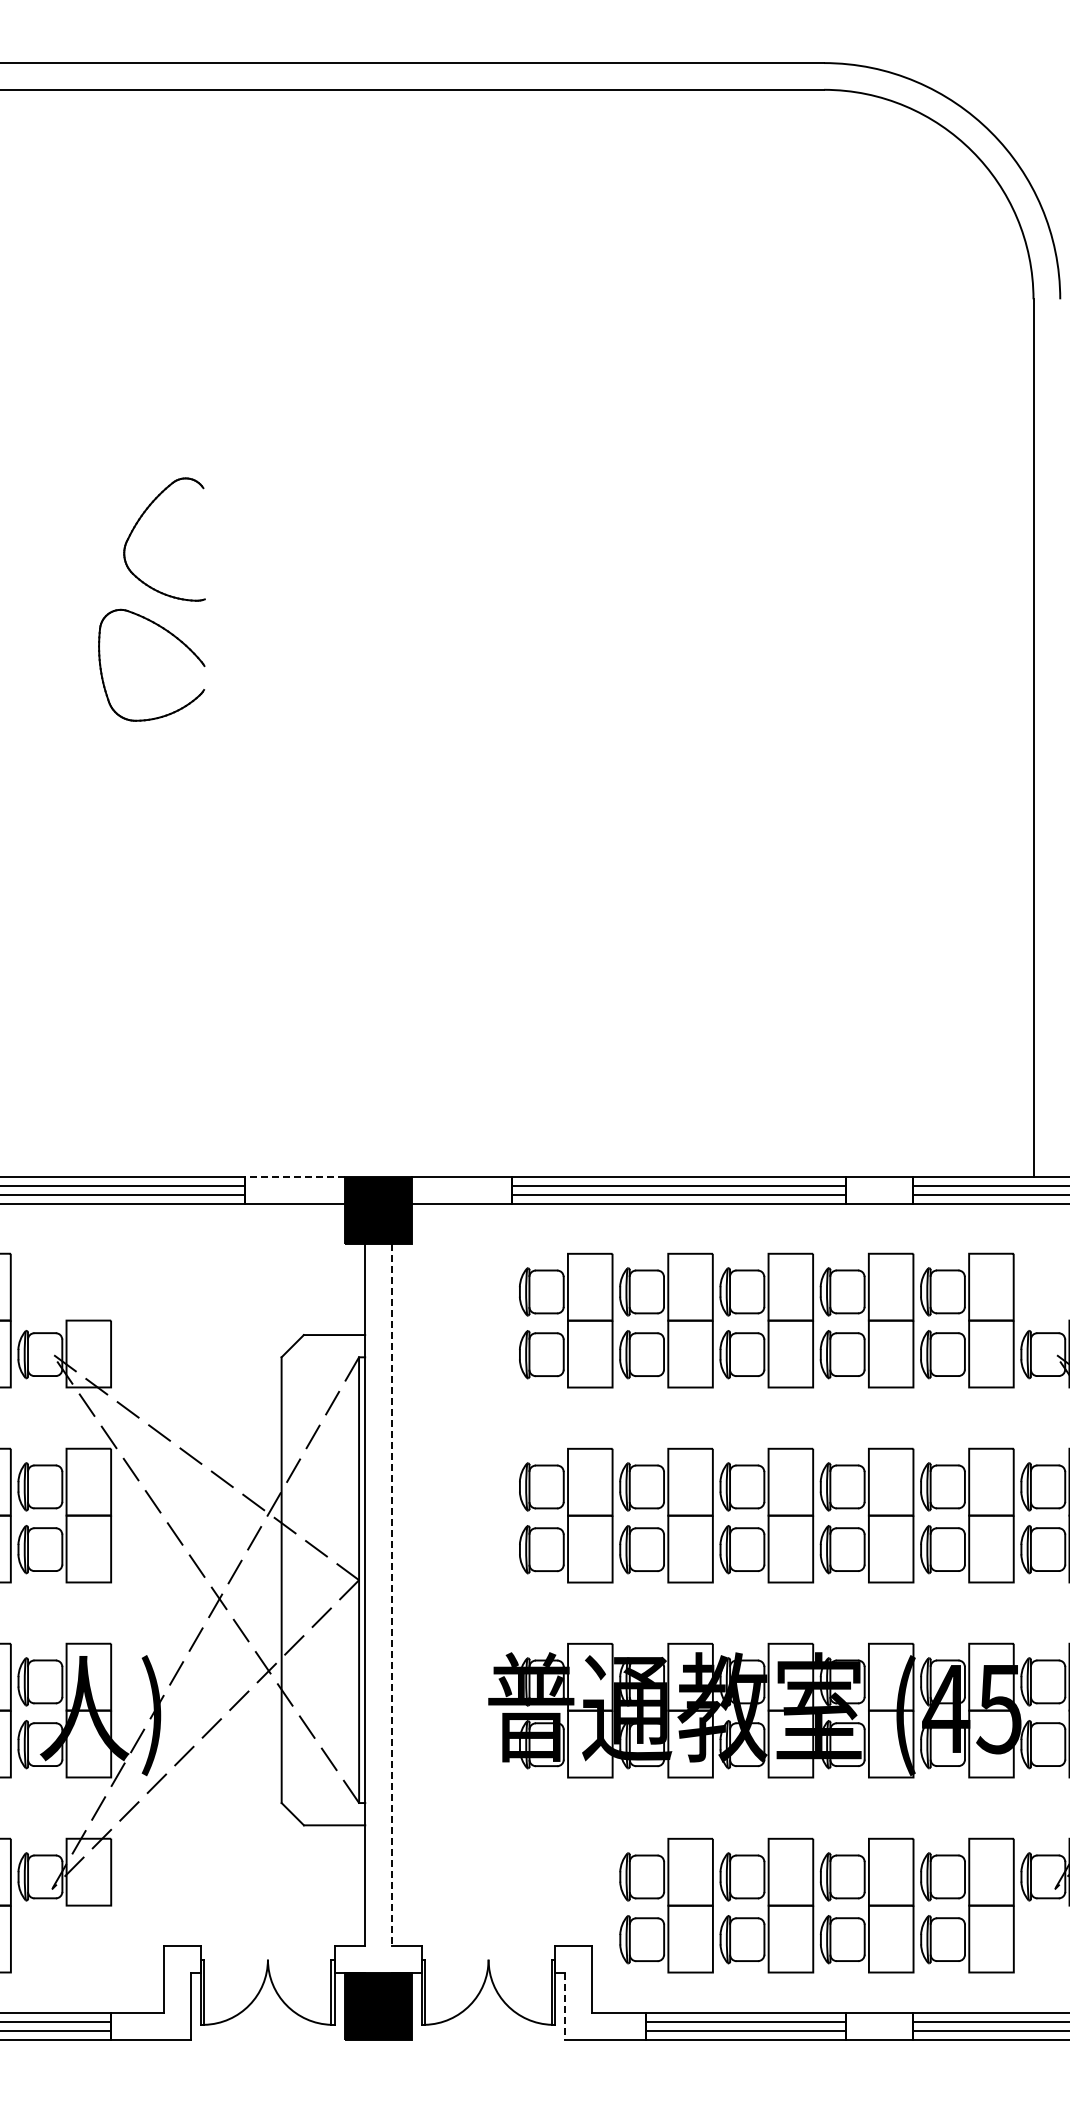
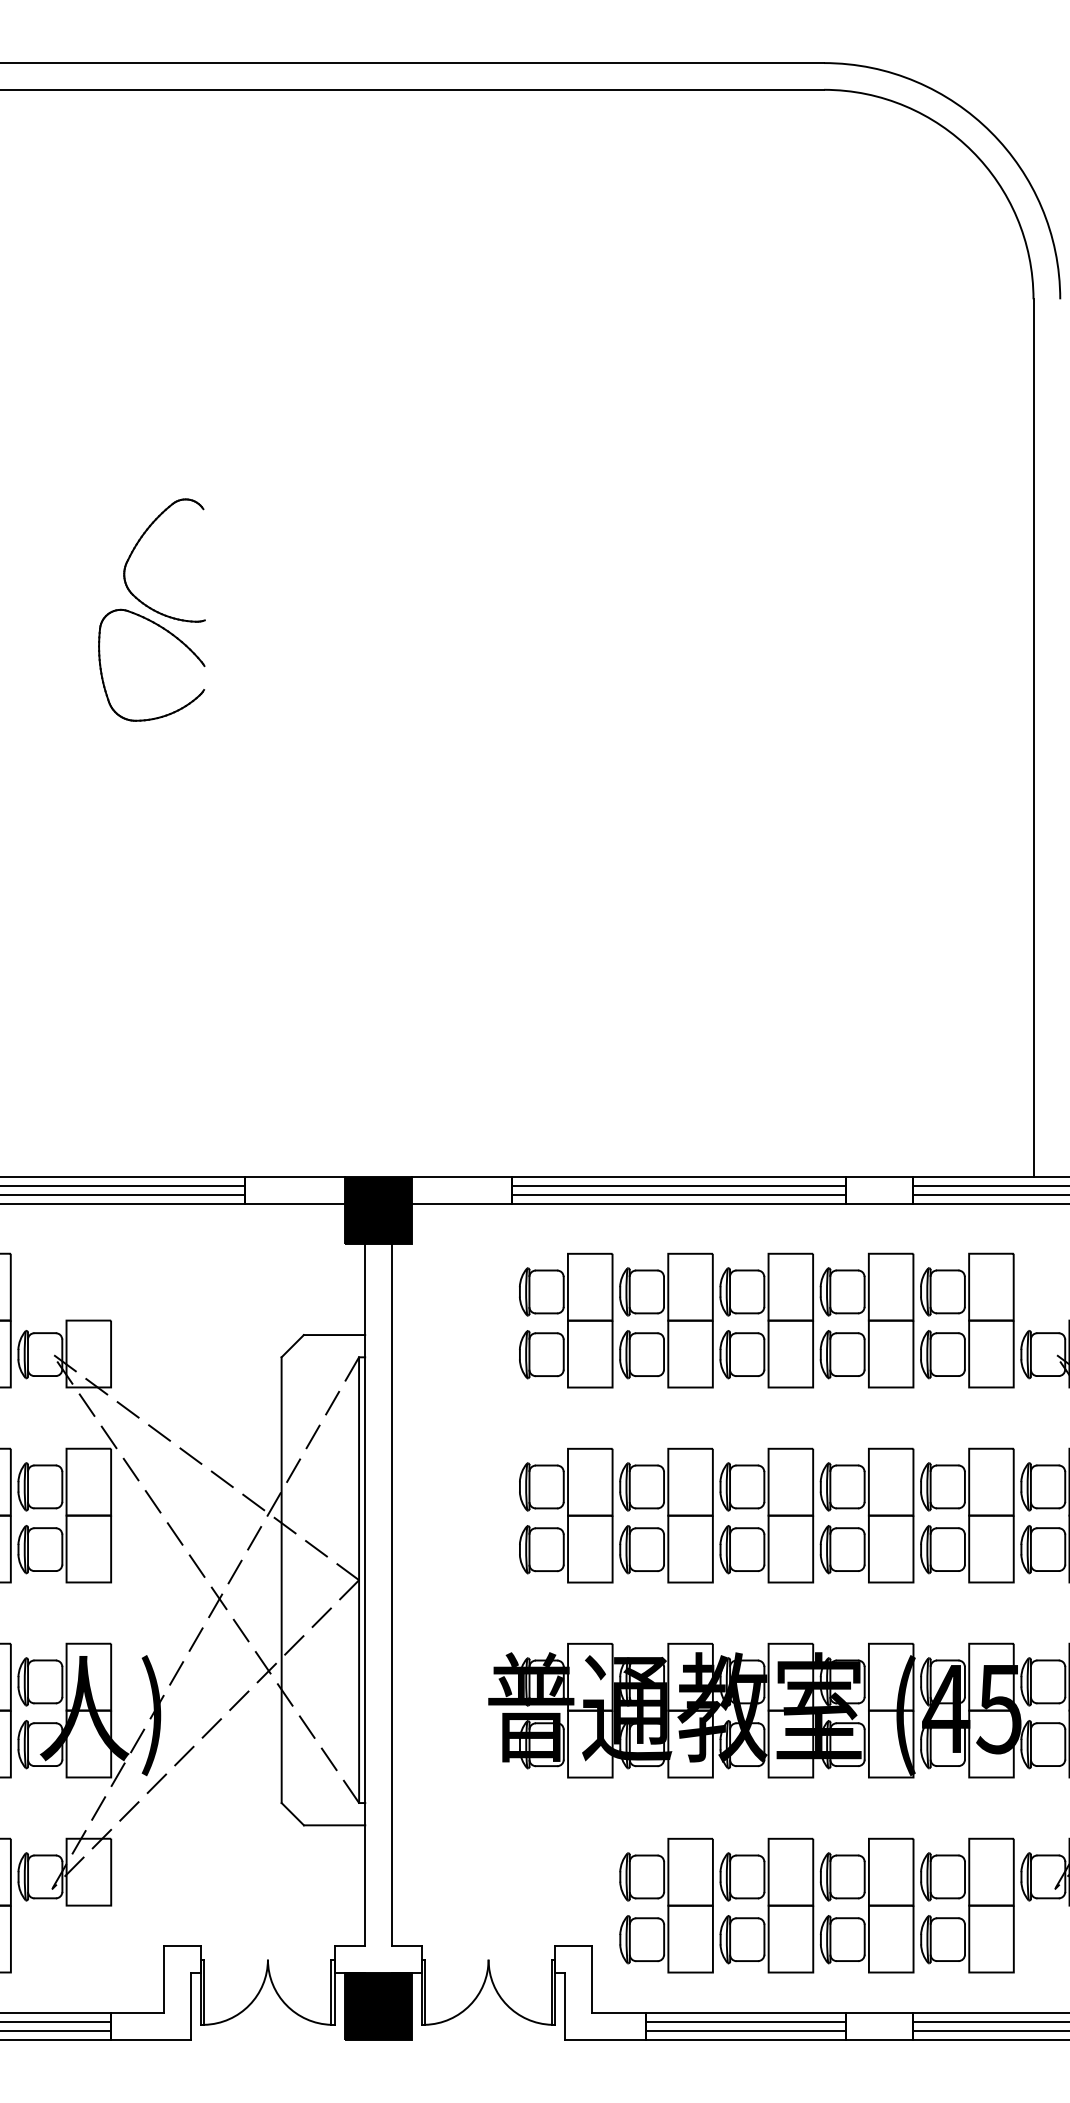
part at (137, 524) position: (137, 524) -> (137, 545)
line at (294, 1177): dashed -> solid
line at (391, 1595): dashed -> solid
line at (565, 2006): dashed -> solid
